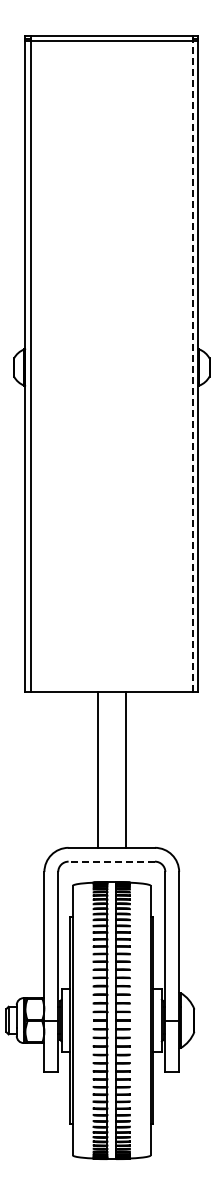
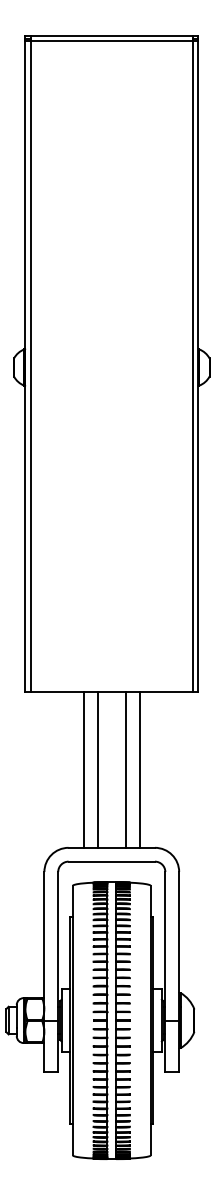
line at (192, 366): dashed -> solid
line at (84, 769): none -> present
line at (139, 769): none -> present
line at (111, 861): dashed -> solid
